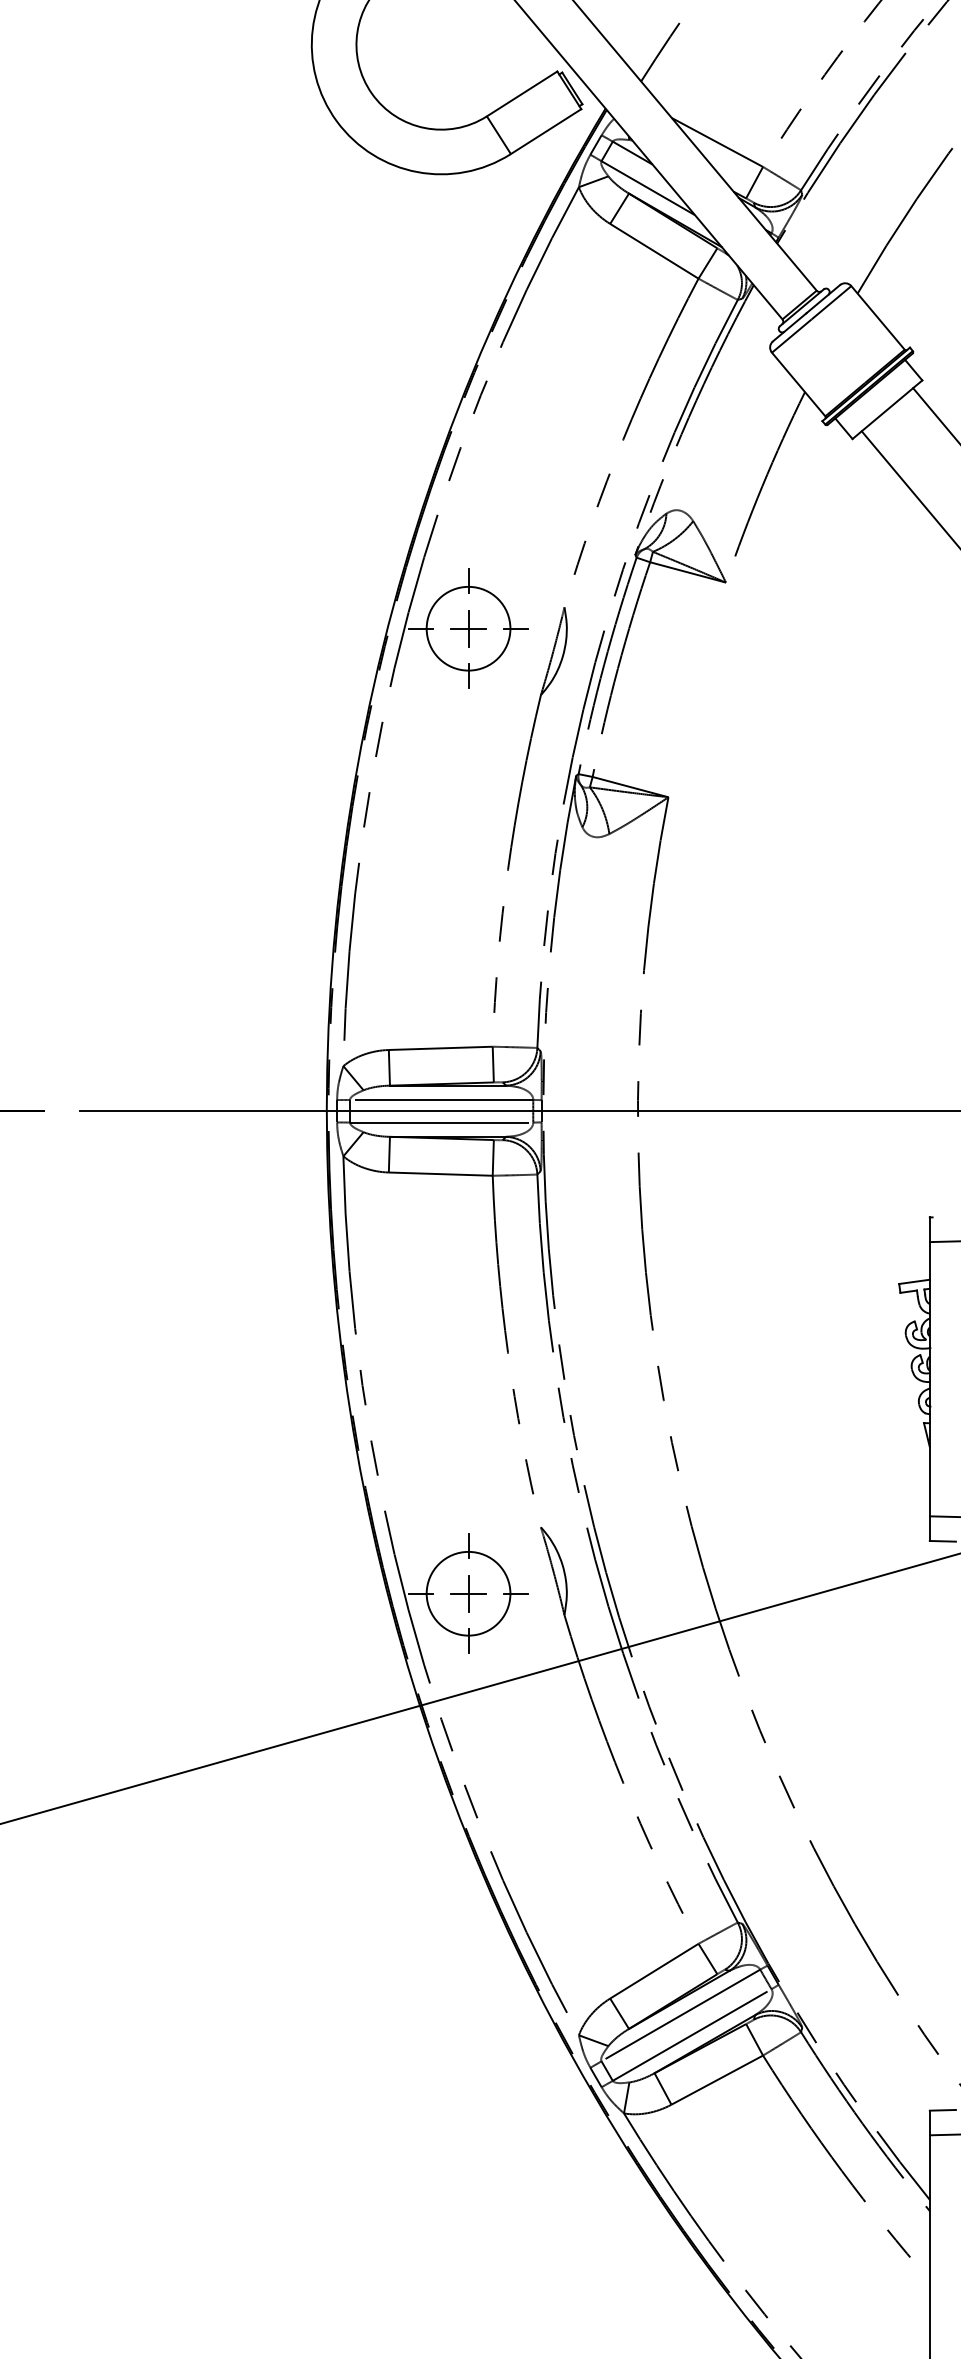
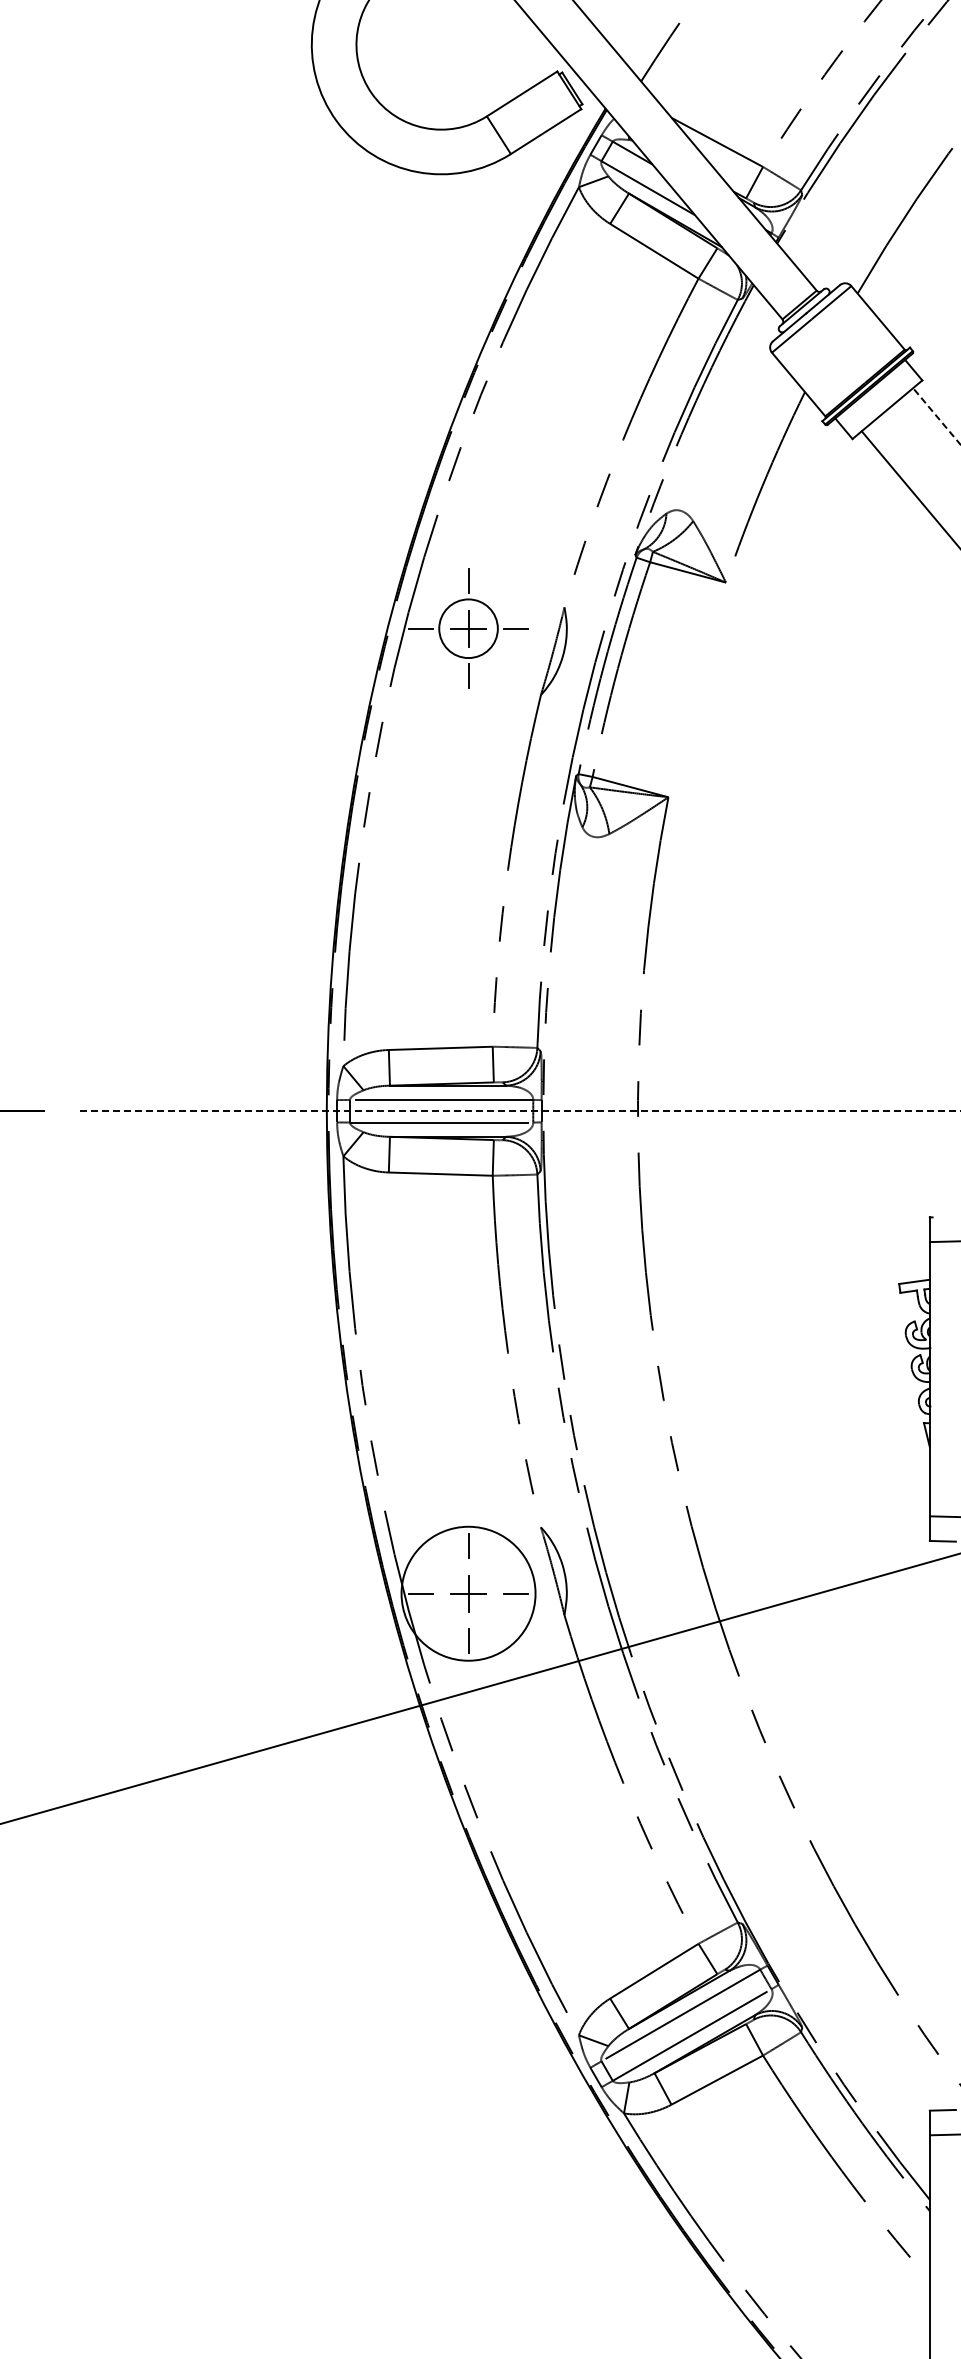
line at (936, 416): solid -> dashed
circle at (468, 628) diameter: 84 px -> 59 px
line at (520, 1111): solid -> dashed
circle at (468, 1593) diameter: 84 px -> 134 px
